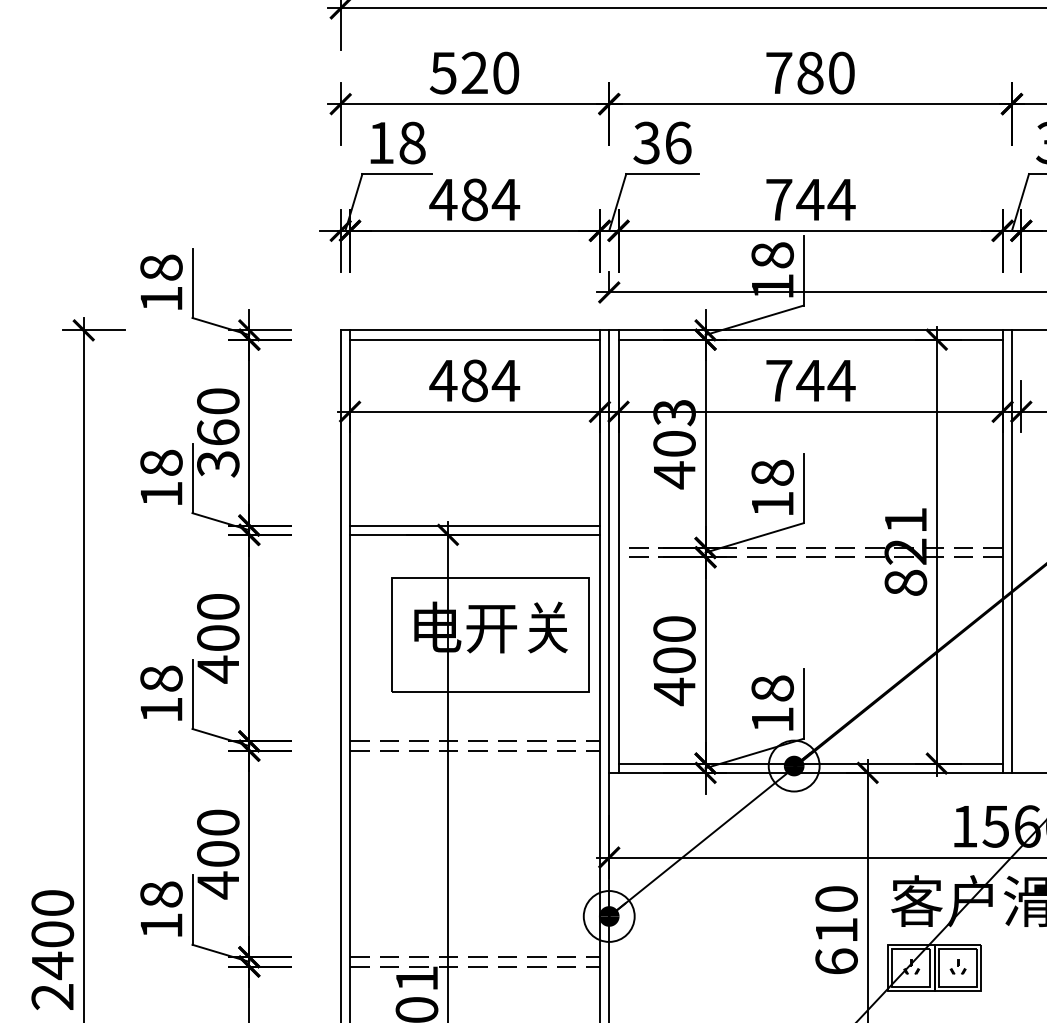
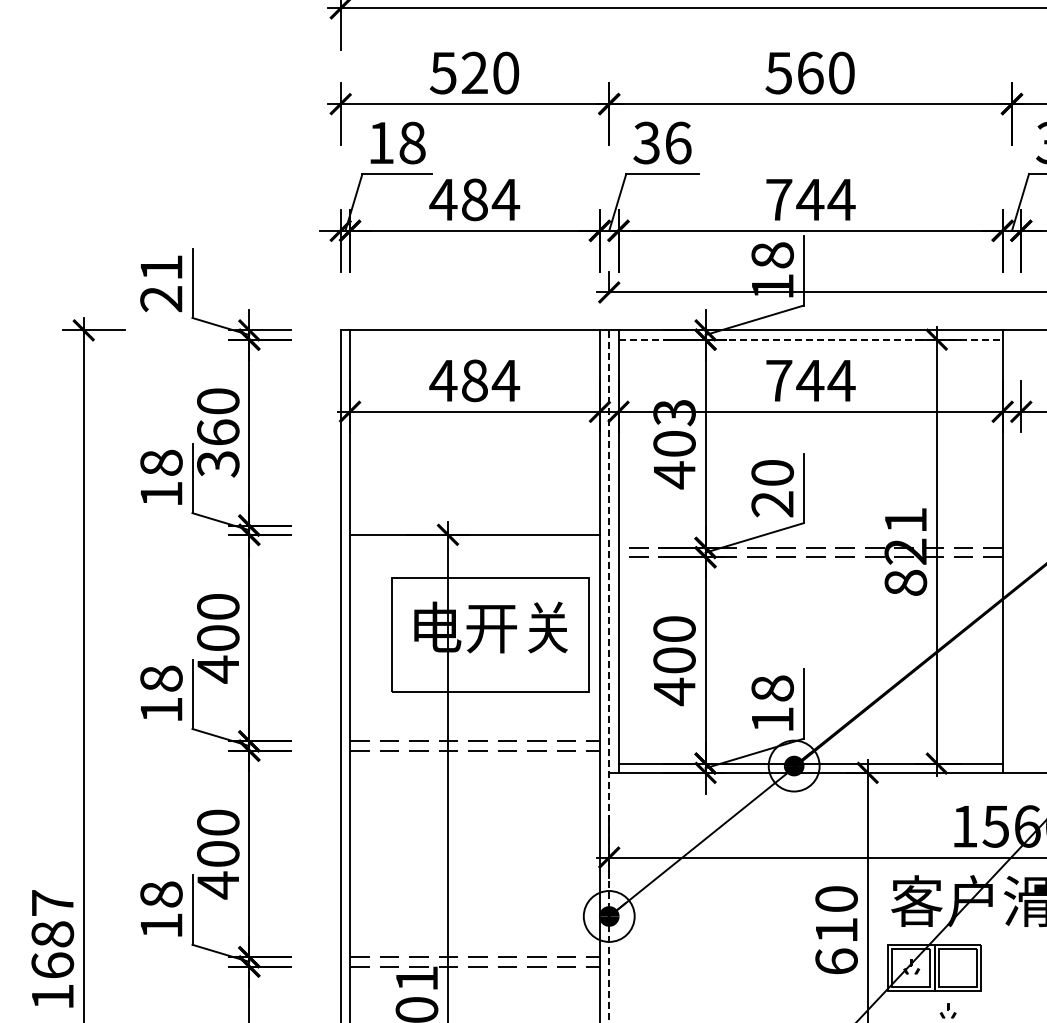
text at (794, 72): 780 -> 560
text at (161, 283): 18 -> 21
line at (474, 339): present -> none
line at (811, 339): solid -> dashed
text at (772, 488): 18 -> 20
line at (474, 525): present -> none
line at (1011, 551): present -> none
line at (609, 676): solid -> dashed
text at (52, 949): 2400 -> 1687
part at (957, 966) position: (957, 966) -> (947, 1010)
